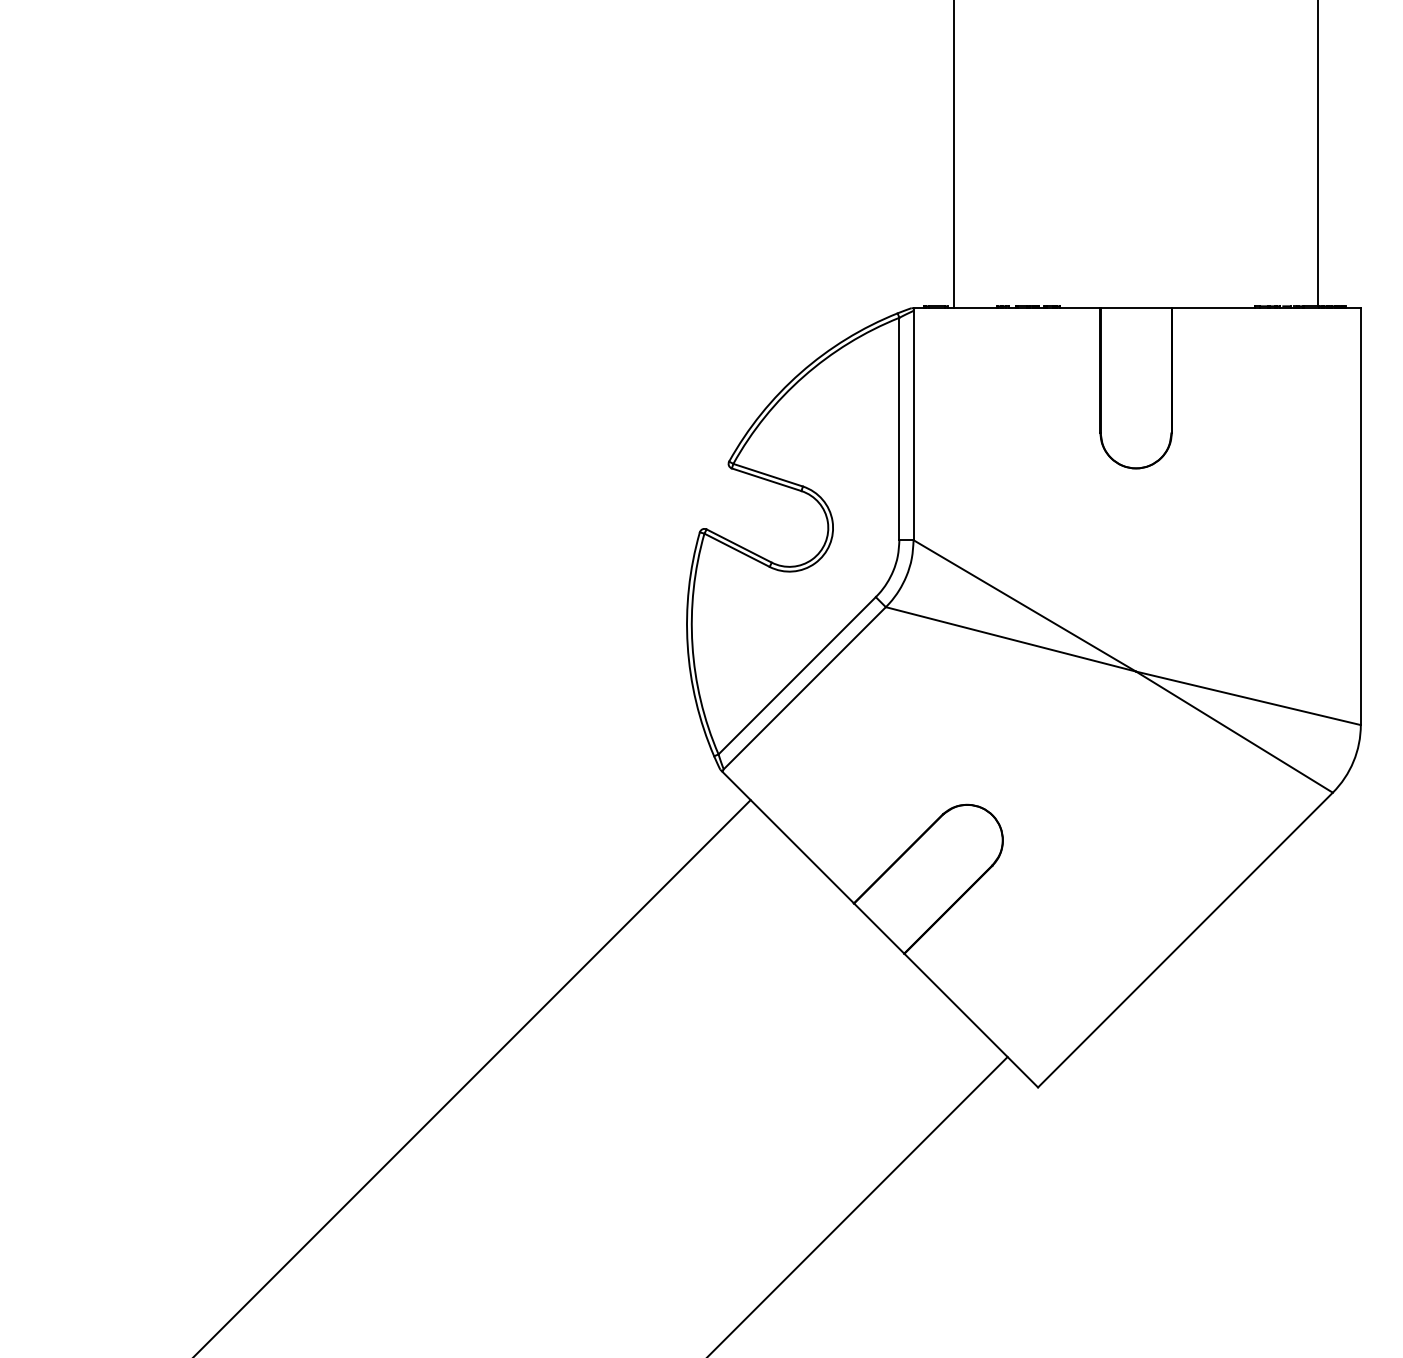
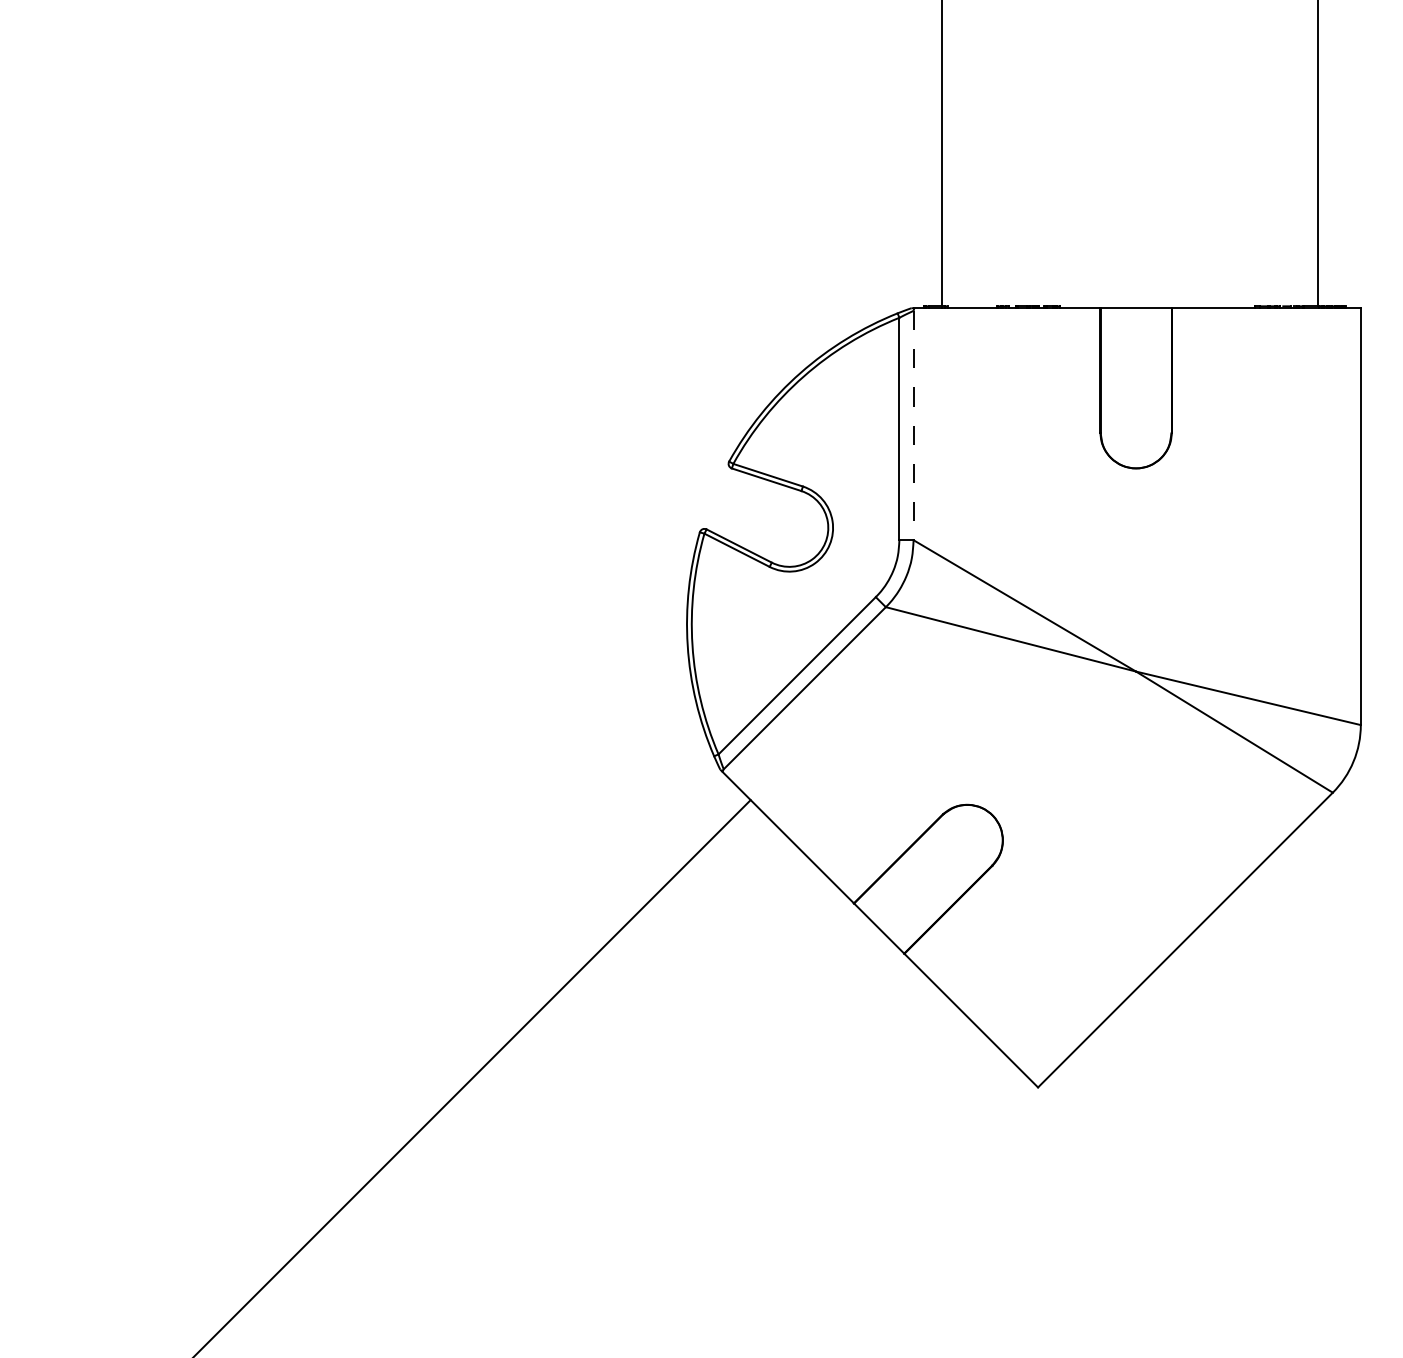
line at (954, 155) position: (954, 155) -> (942, 155)
line at (913, 425): solid -> dashed
line at (858, 1205): present -> none
